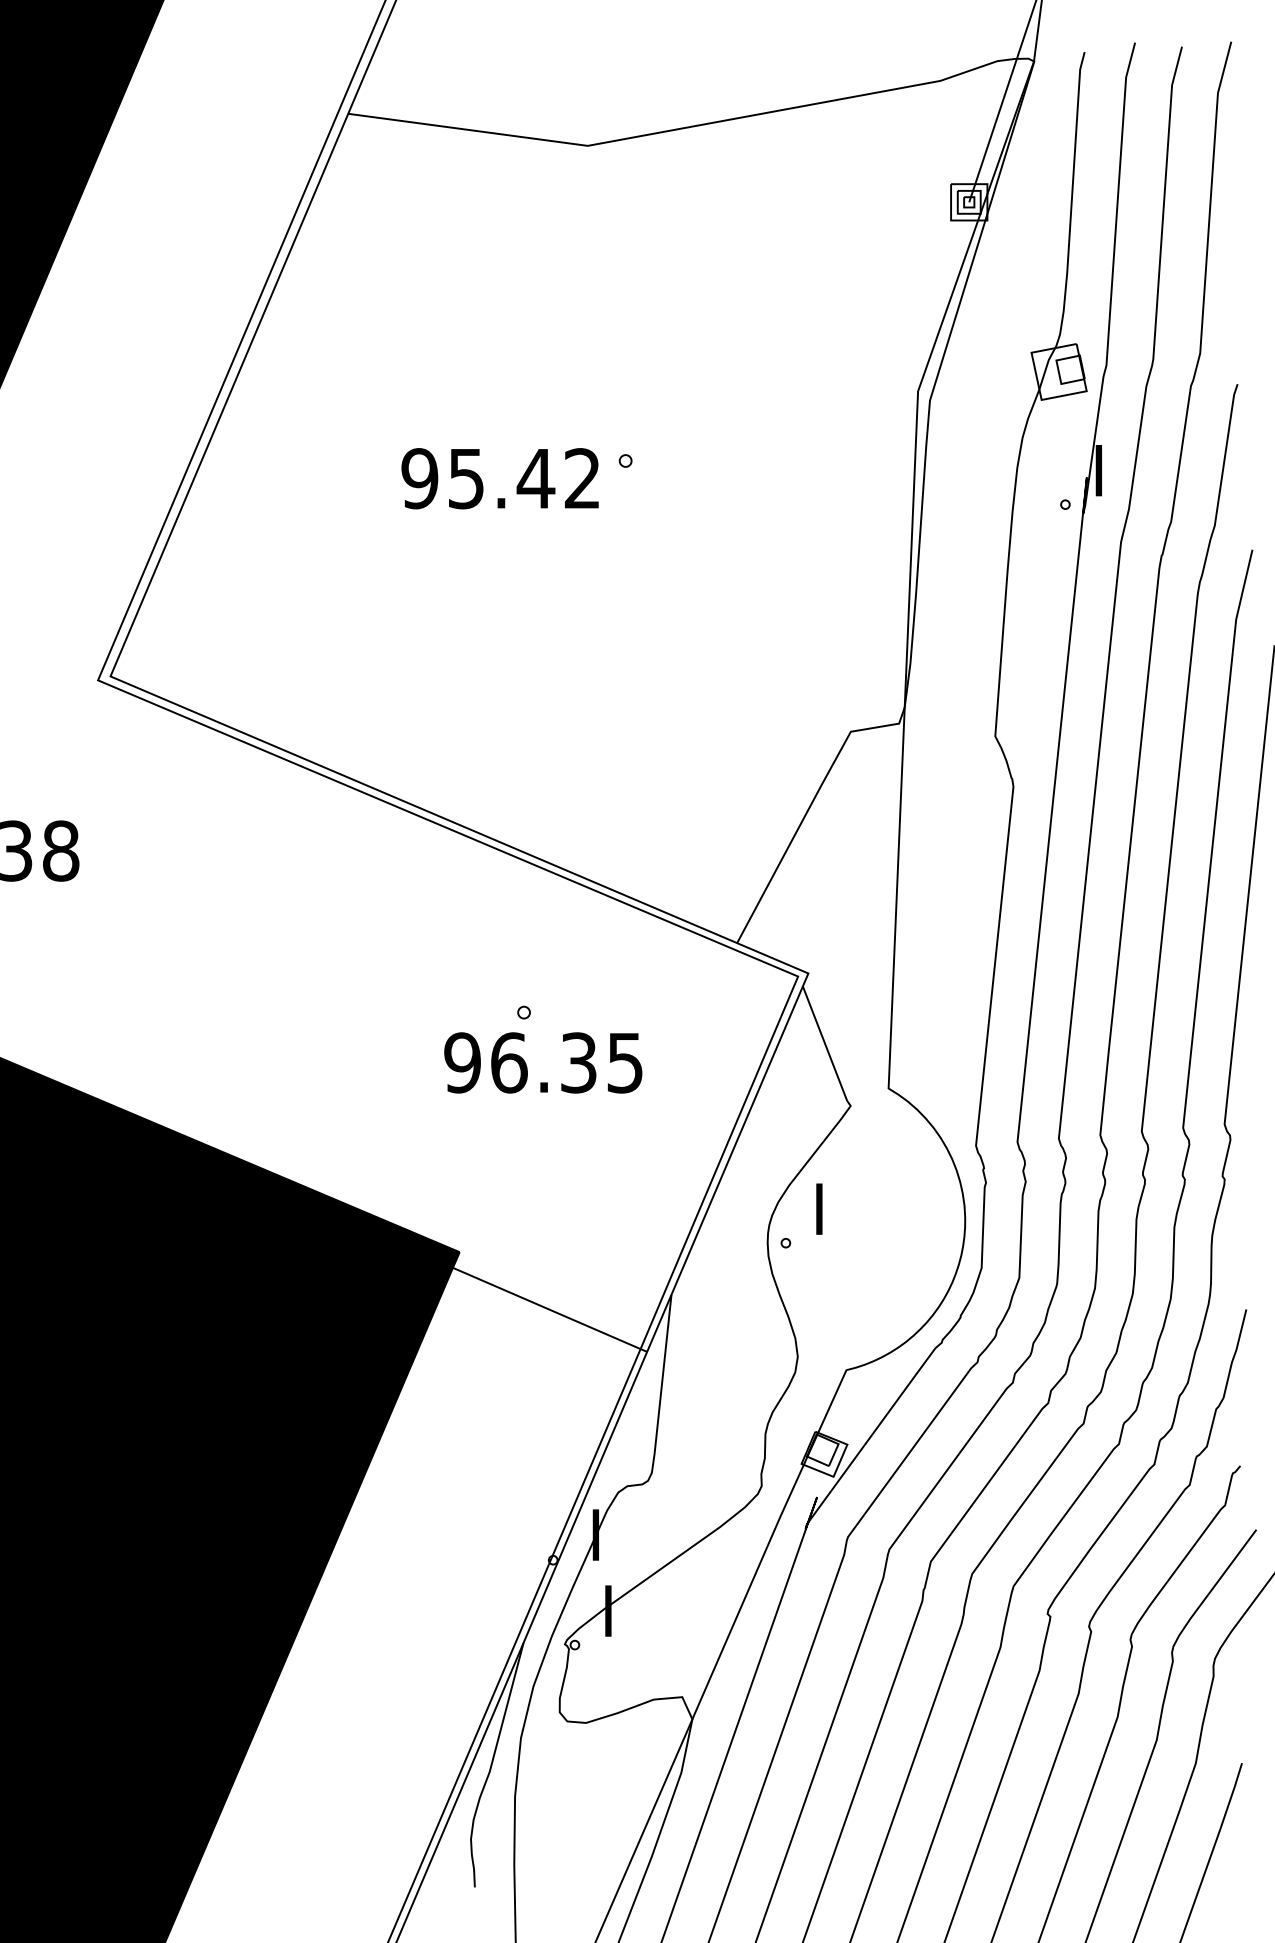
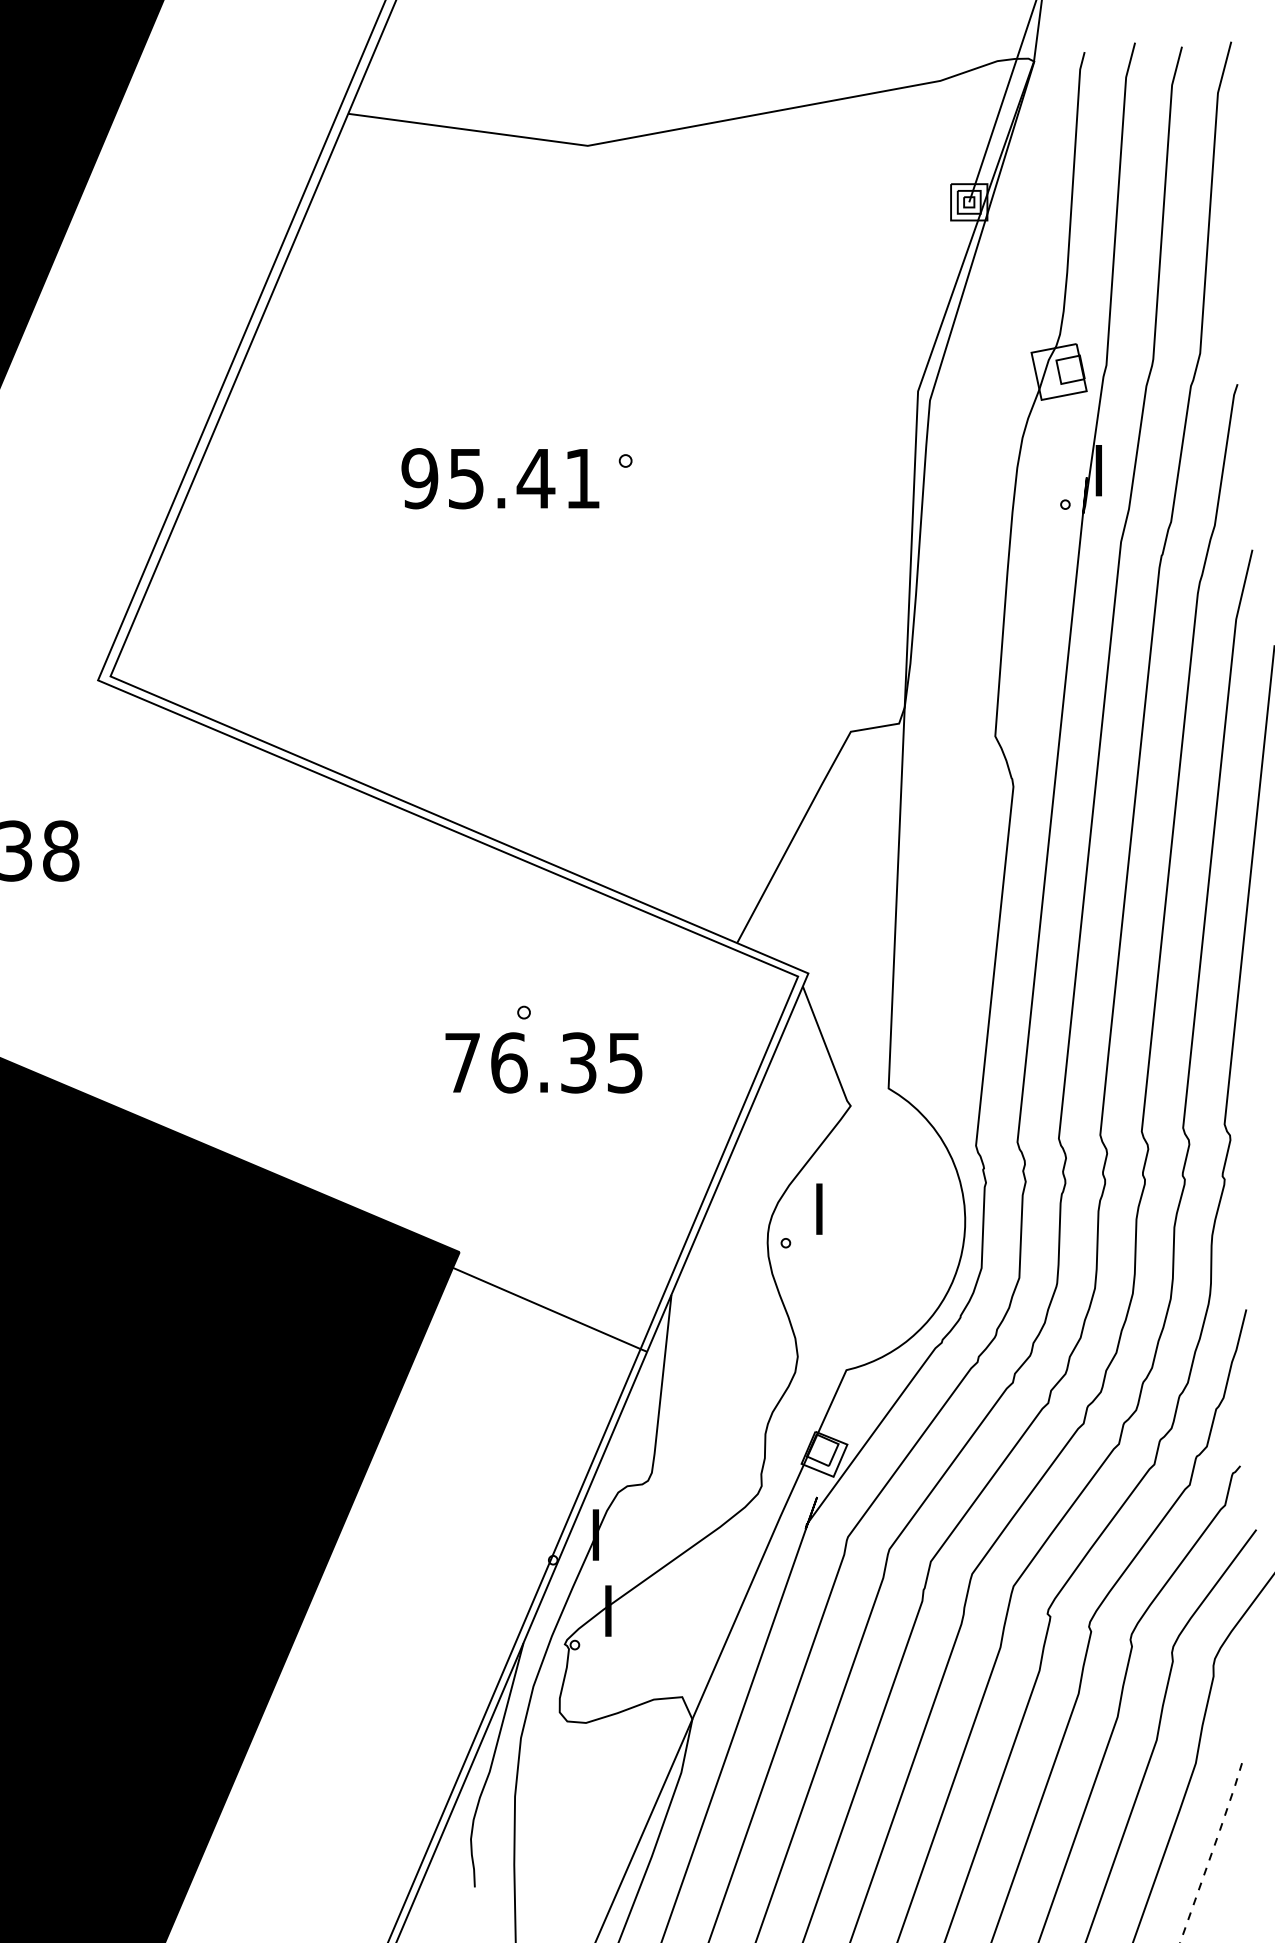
text at (581, 478): 95.42 -> 95.41
text at (462, 1062): 96.35 -> 76.35
line at (1212, 1851): solid -> dashed
